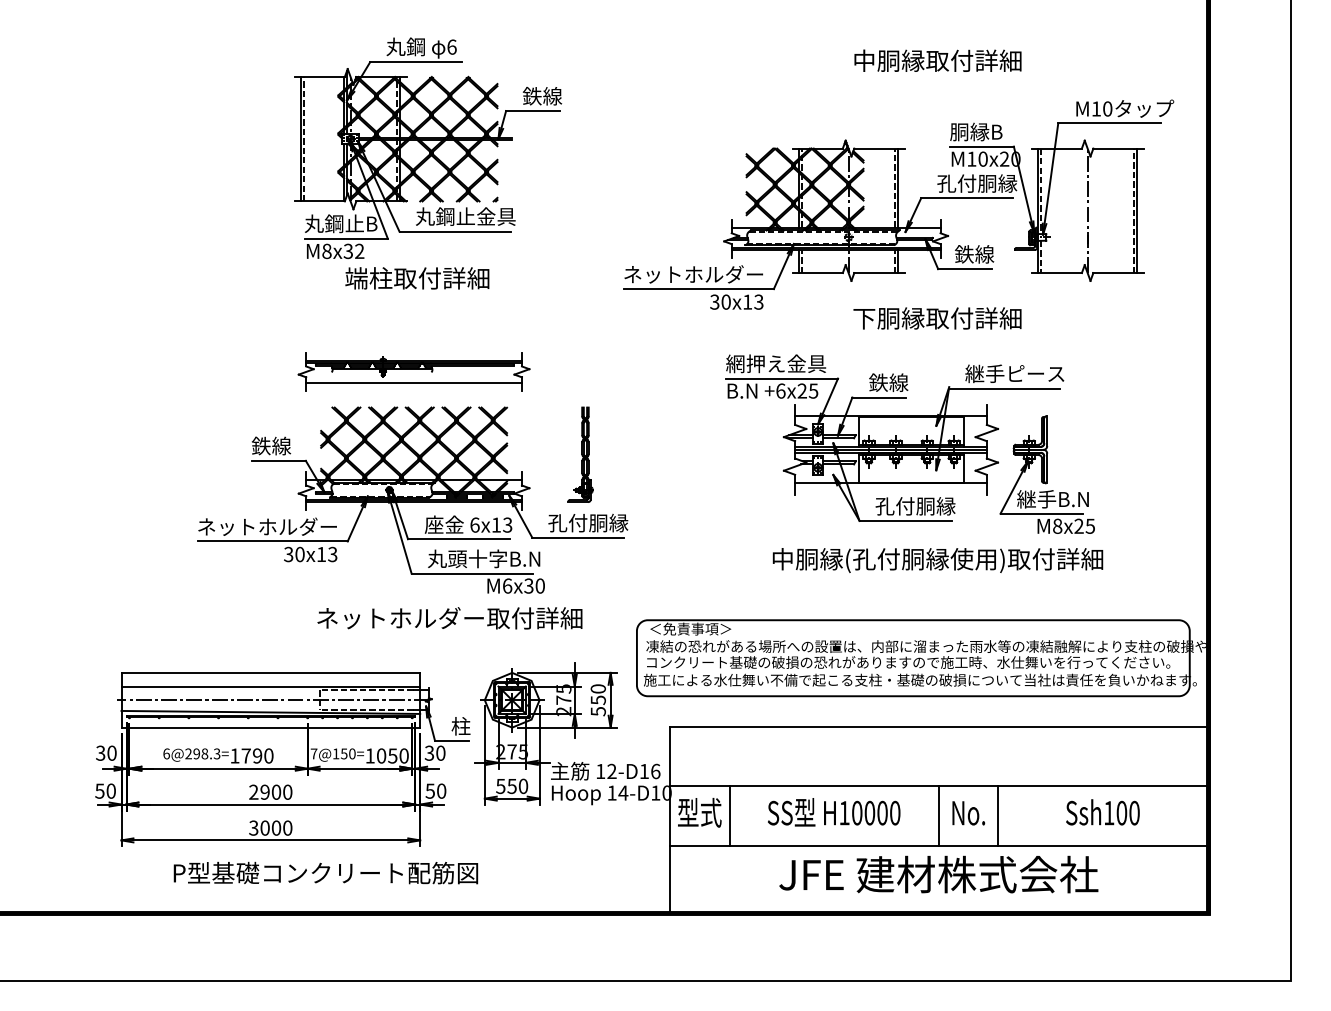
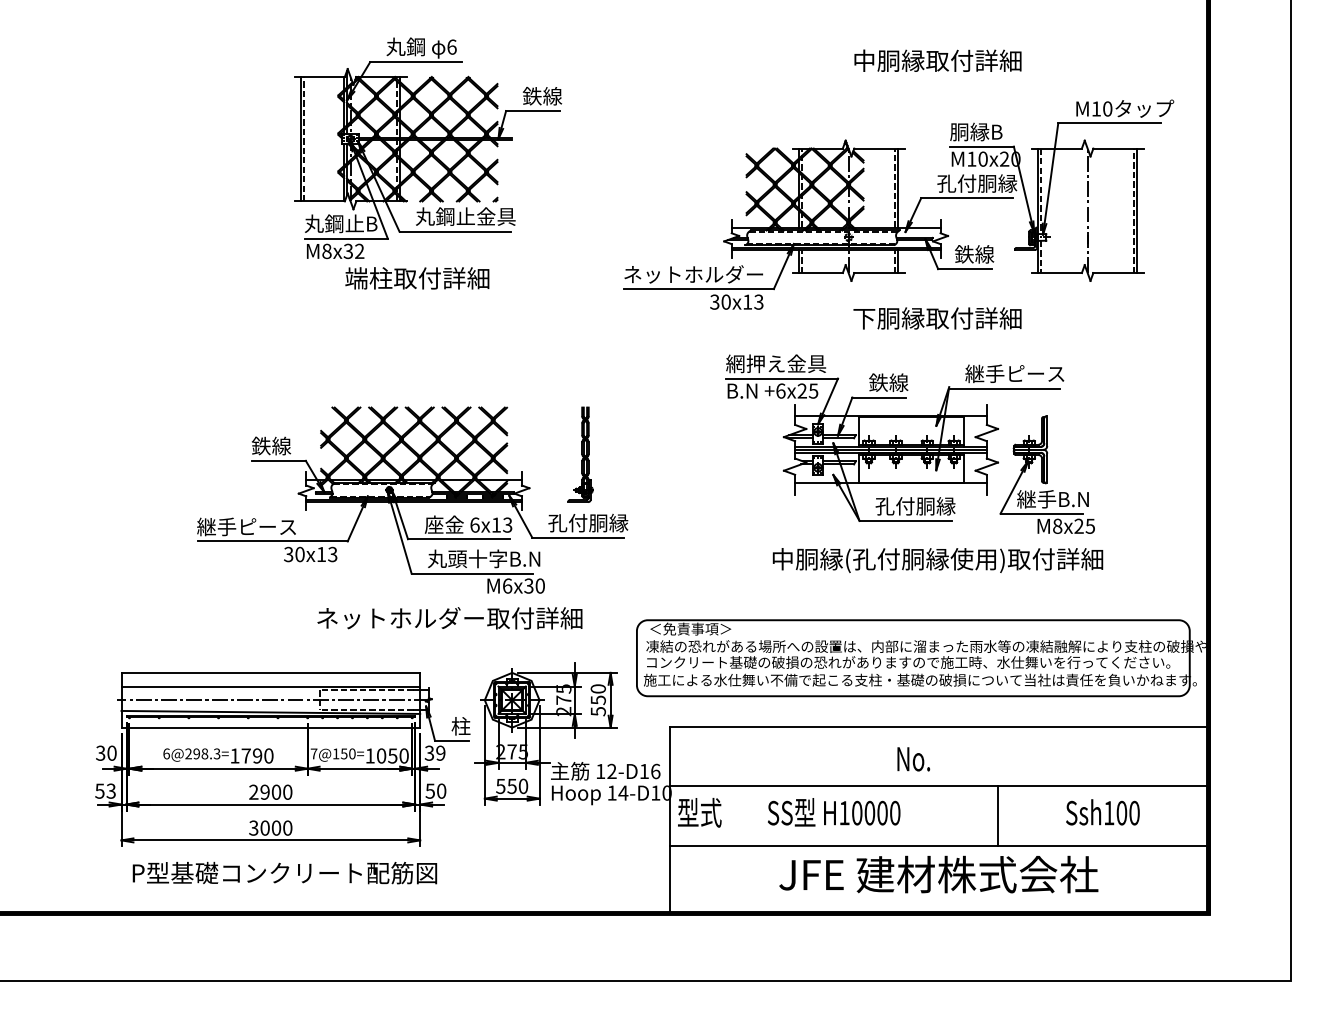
part at (413, 371): present -> none
text at (266, 526): ネットホルダー -> 継手ピース
text at (440, 752): 30 -> 39
text at (110, 790): 50 -> 53
text at (968, 813) position: (968, 813) -> (913, 759)
line at (729, 816): present -> none
line at (938, 816): present -> none
text at (325, 872) position: (325, 872) -> (284, 872)
